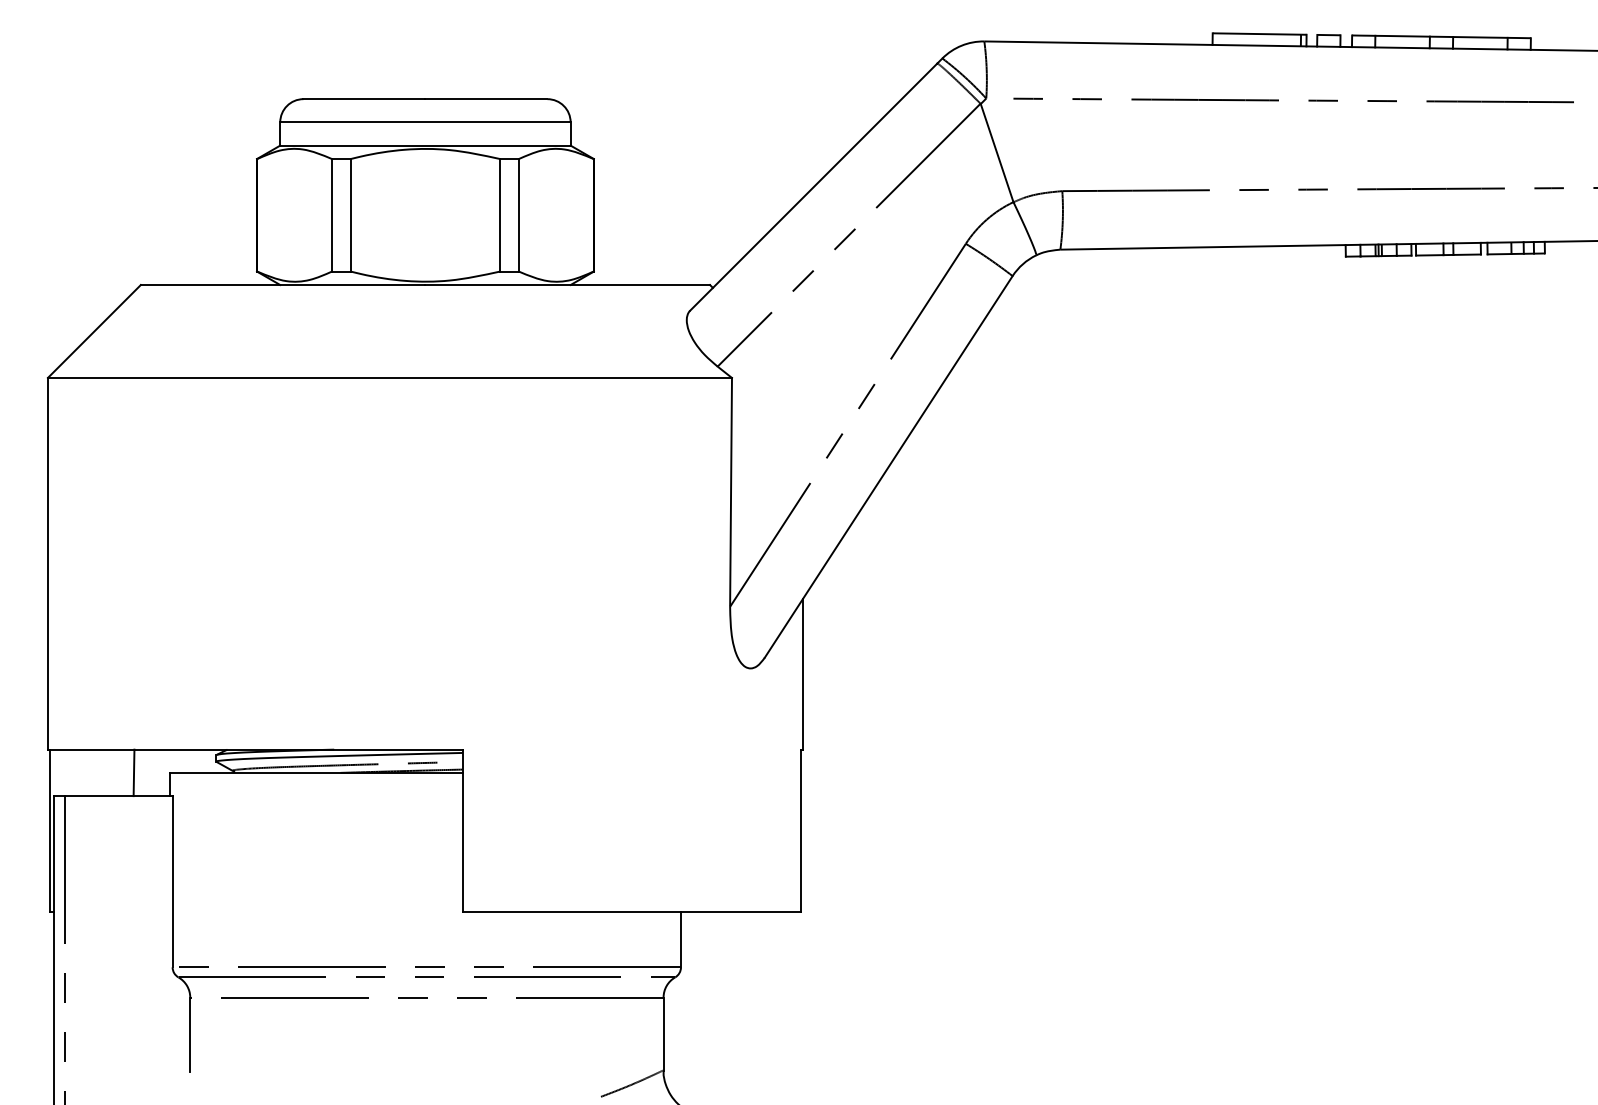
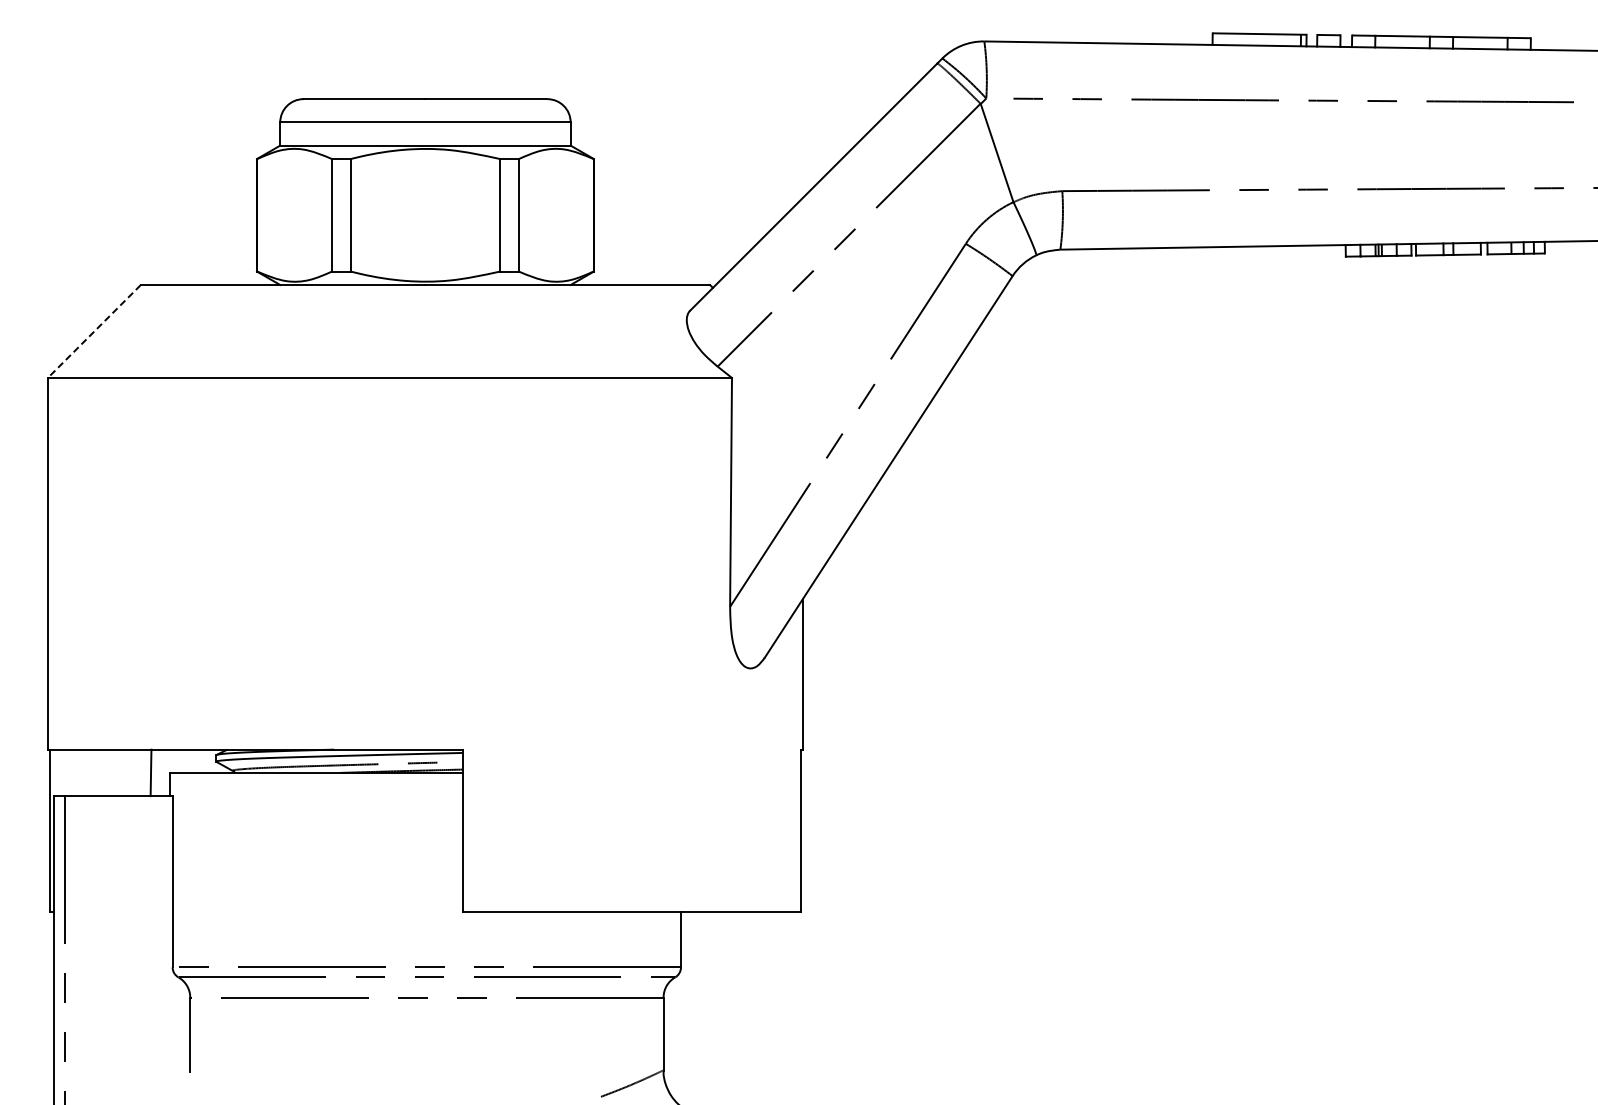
line at (94, 331): solid -> dashed
line at (133, 772) position: (133, 772) -> (150, 772)
